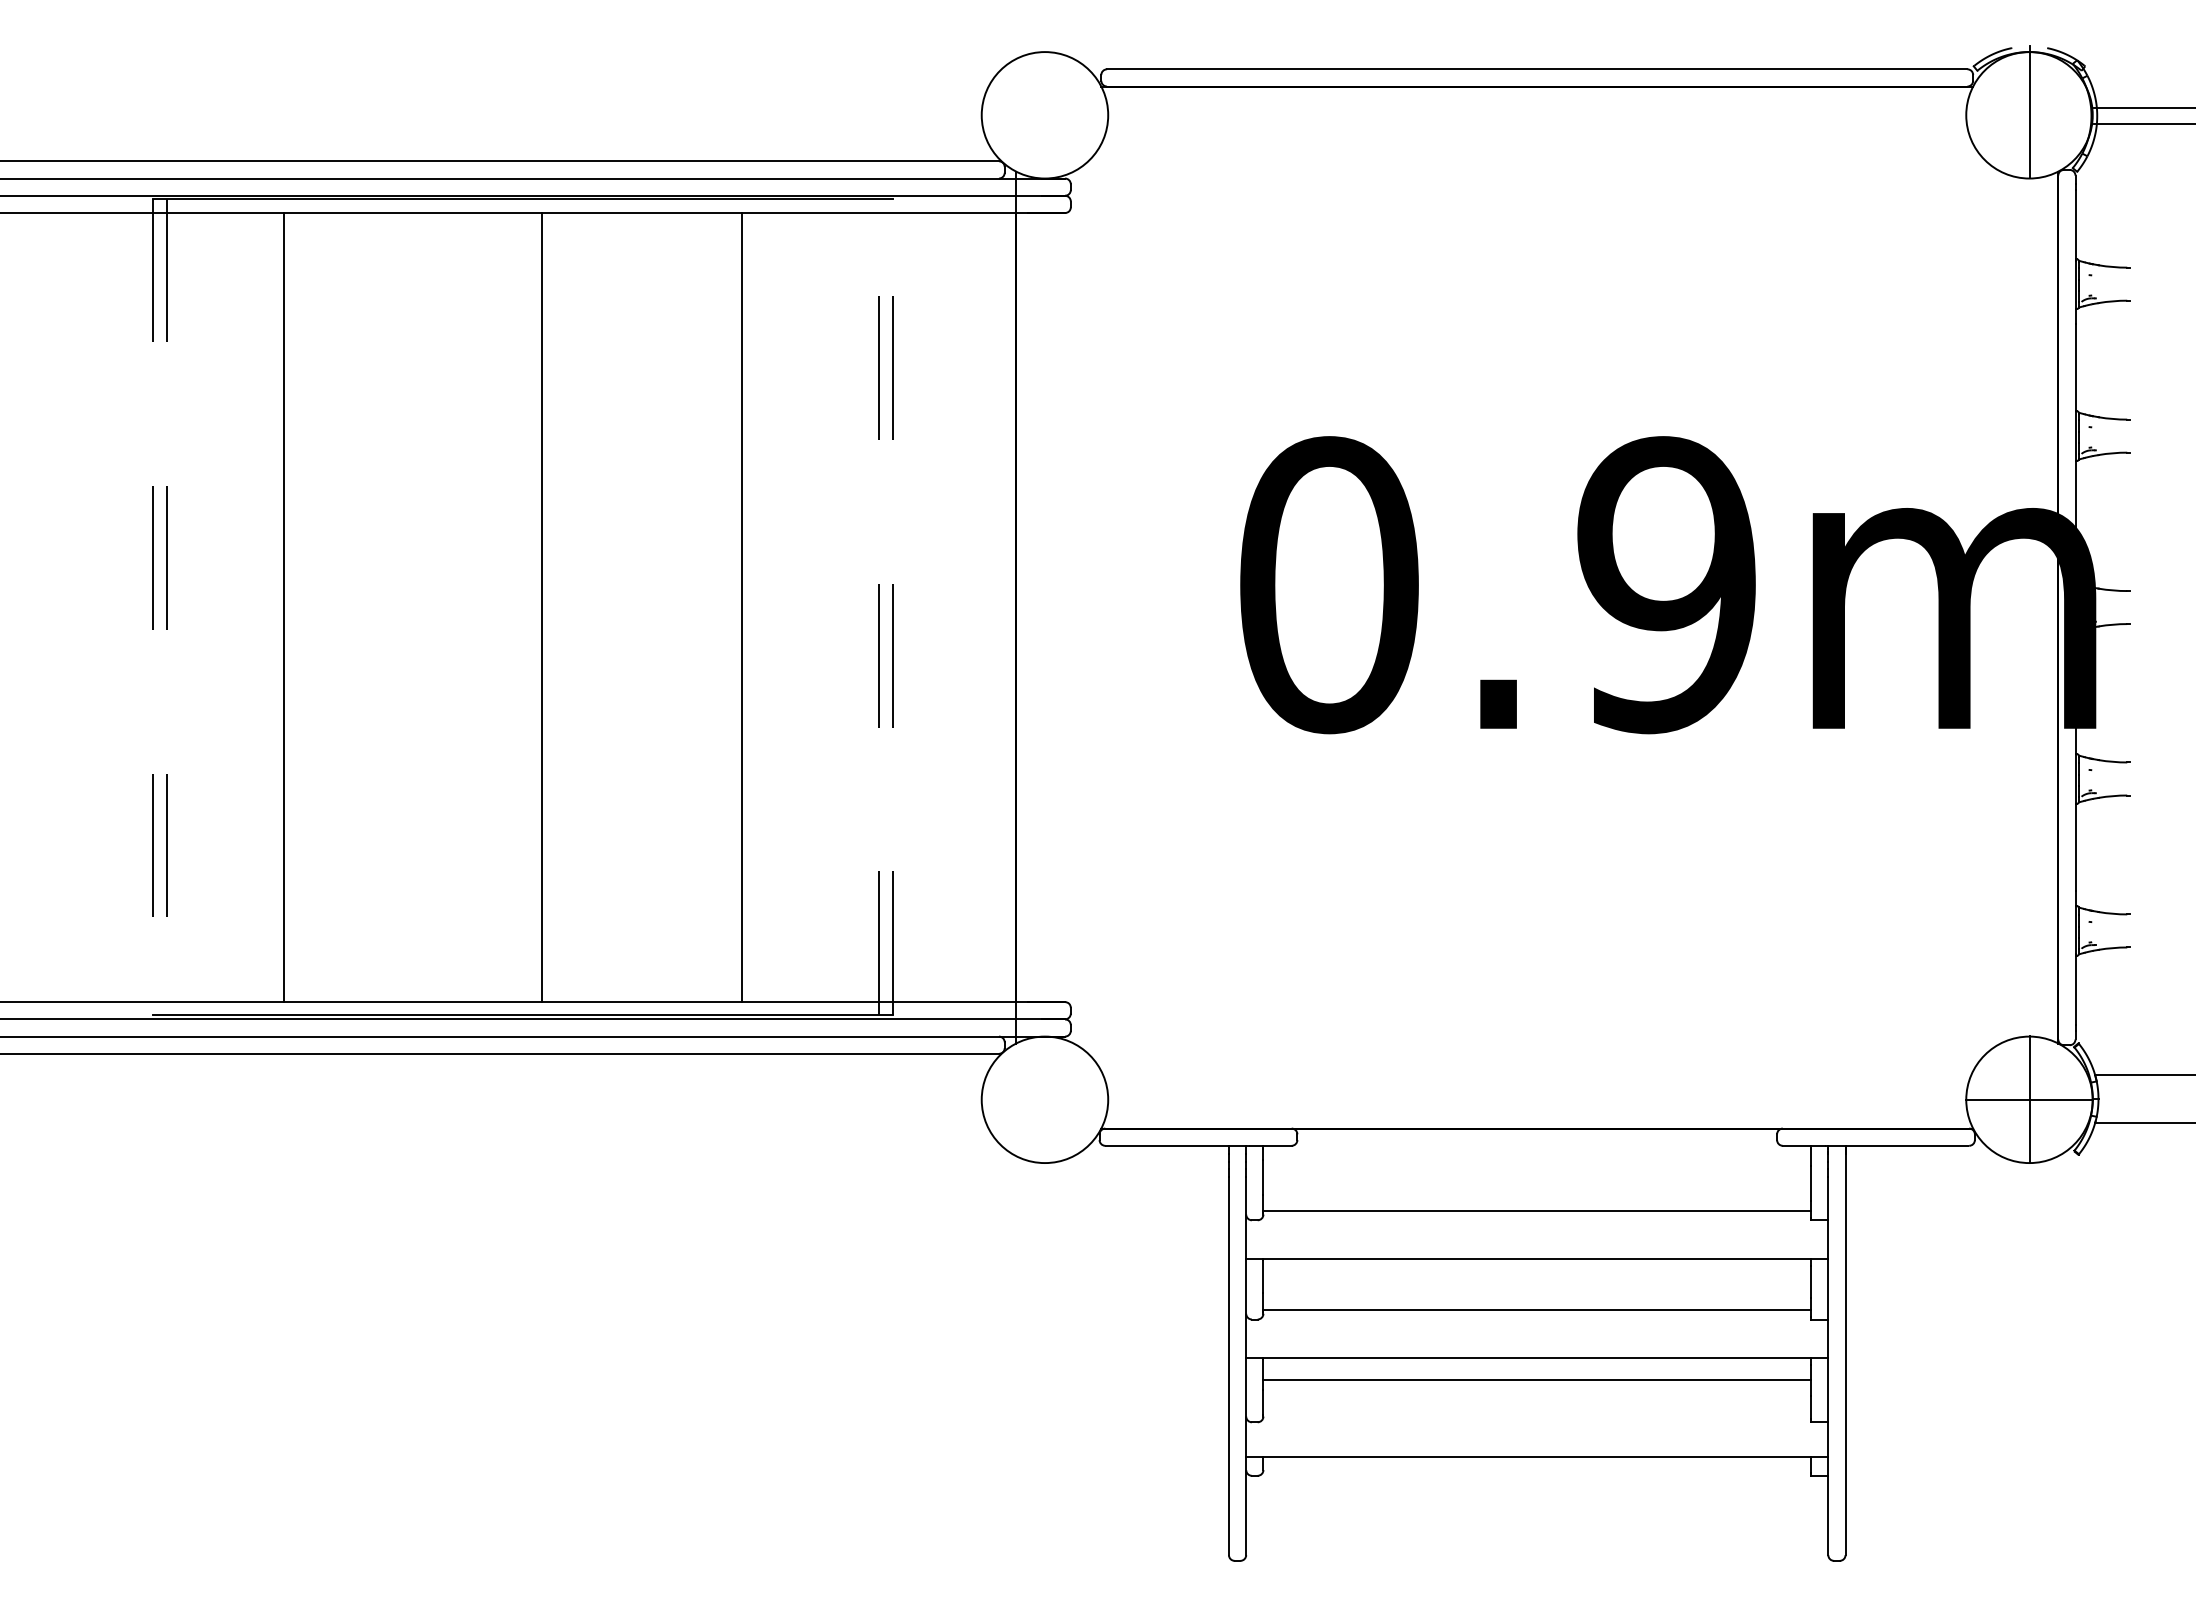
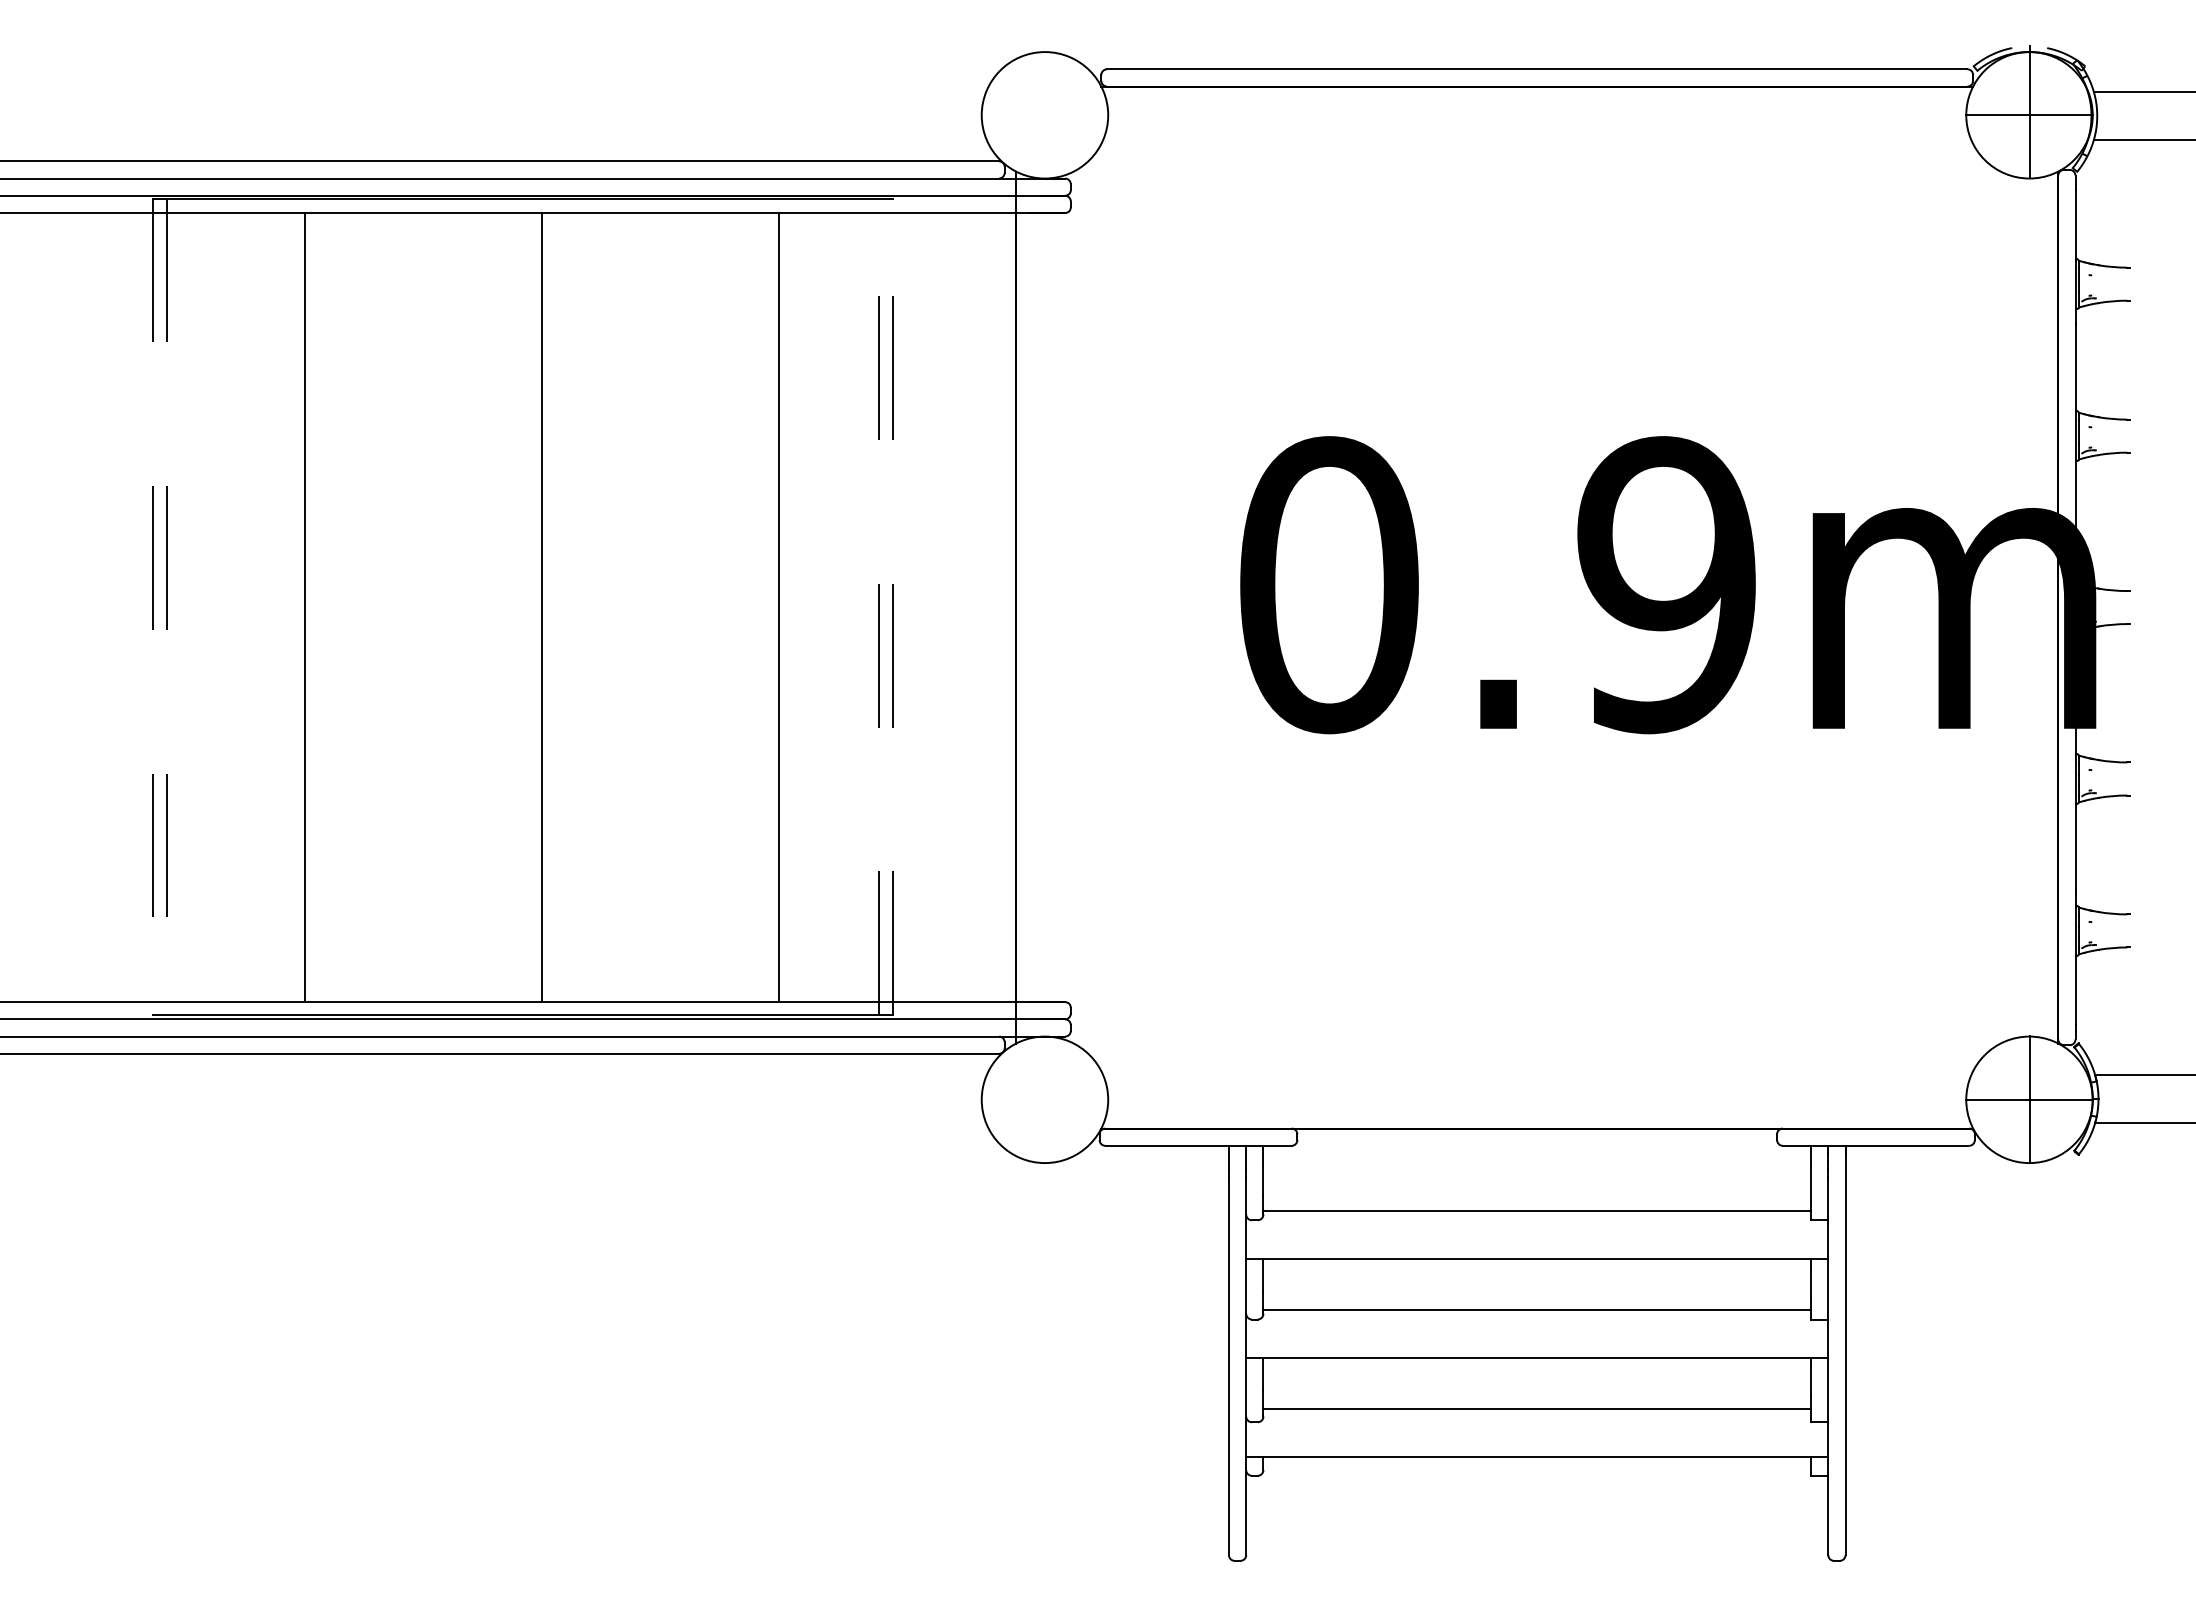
line at (2142, 107) position: (2142, 107) -> (2142, 91)
line at (2029, 115): none -> present
line at (2142, 124) position: (2142, 124) -> (2142, 140)
line at (283, 607) position: (283, 607) -> (304, 607)
line at (742, 607) position: (742, 607) -> (779, 607)
line at (1537, 1380) position: (1537, 1380) -> (1537, 1409)
